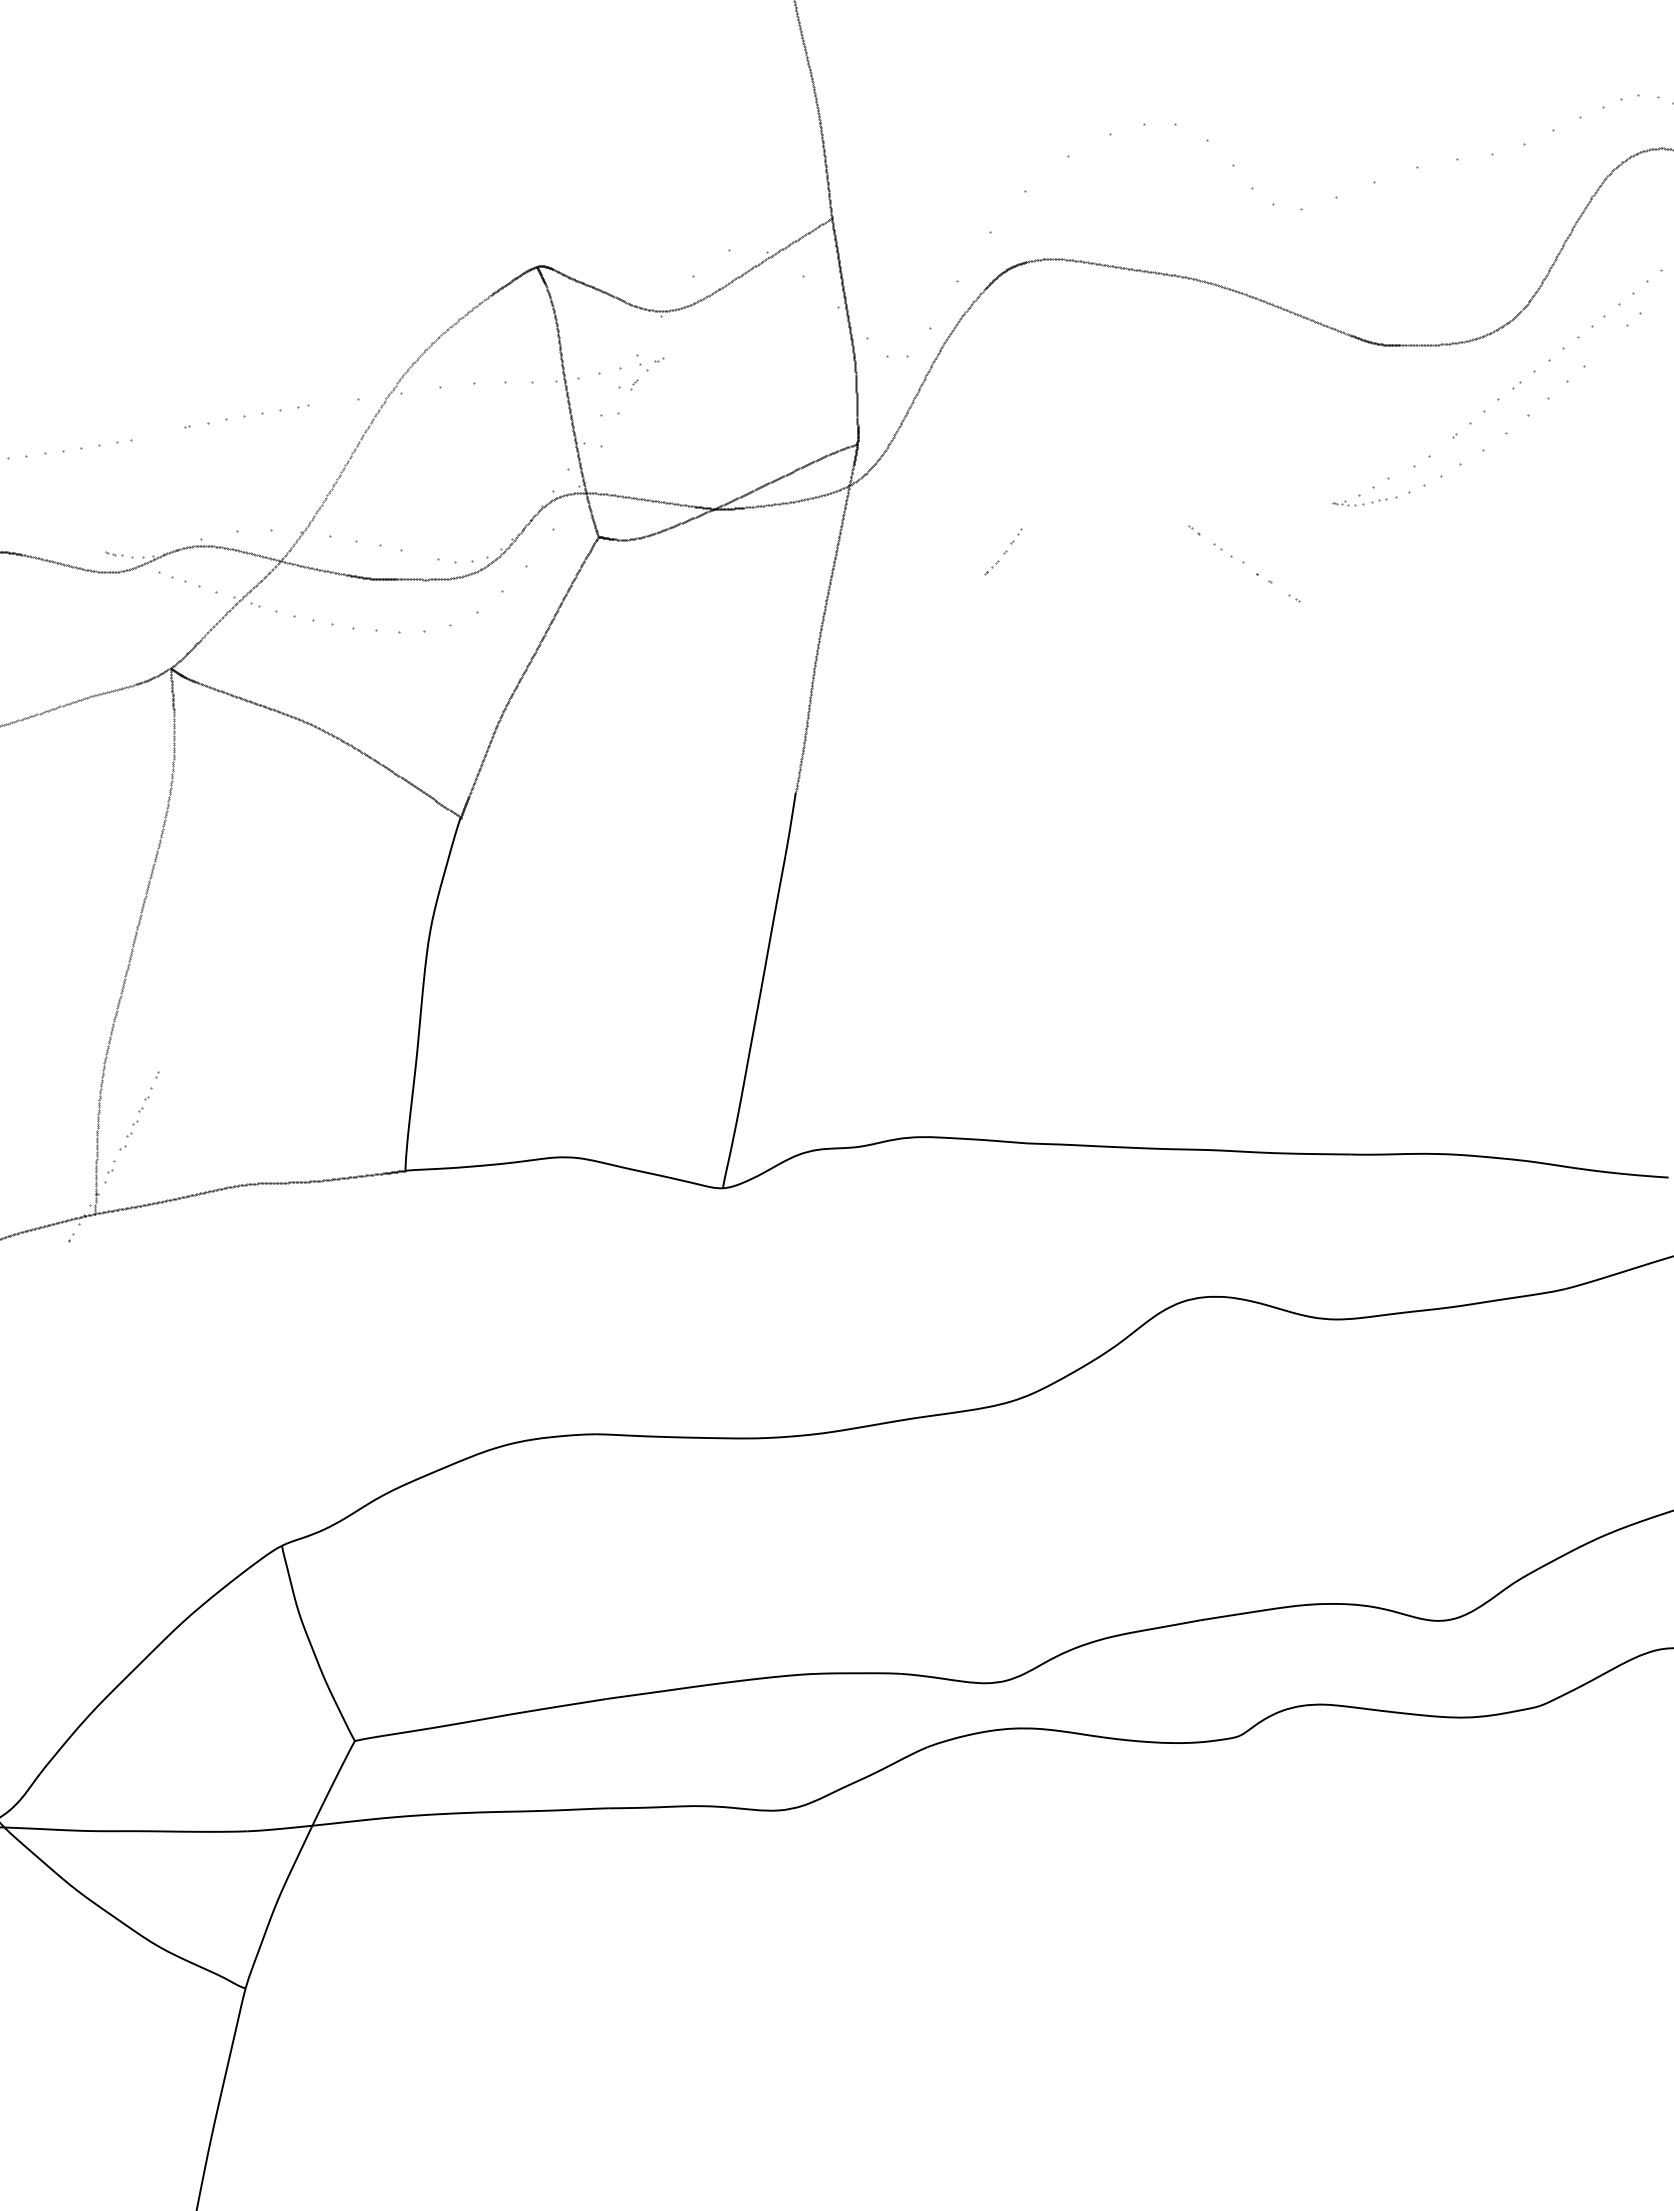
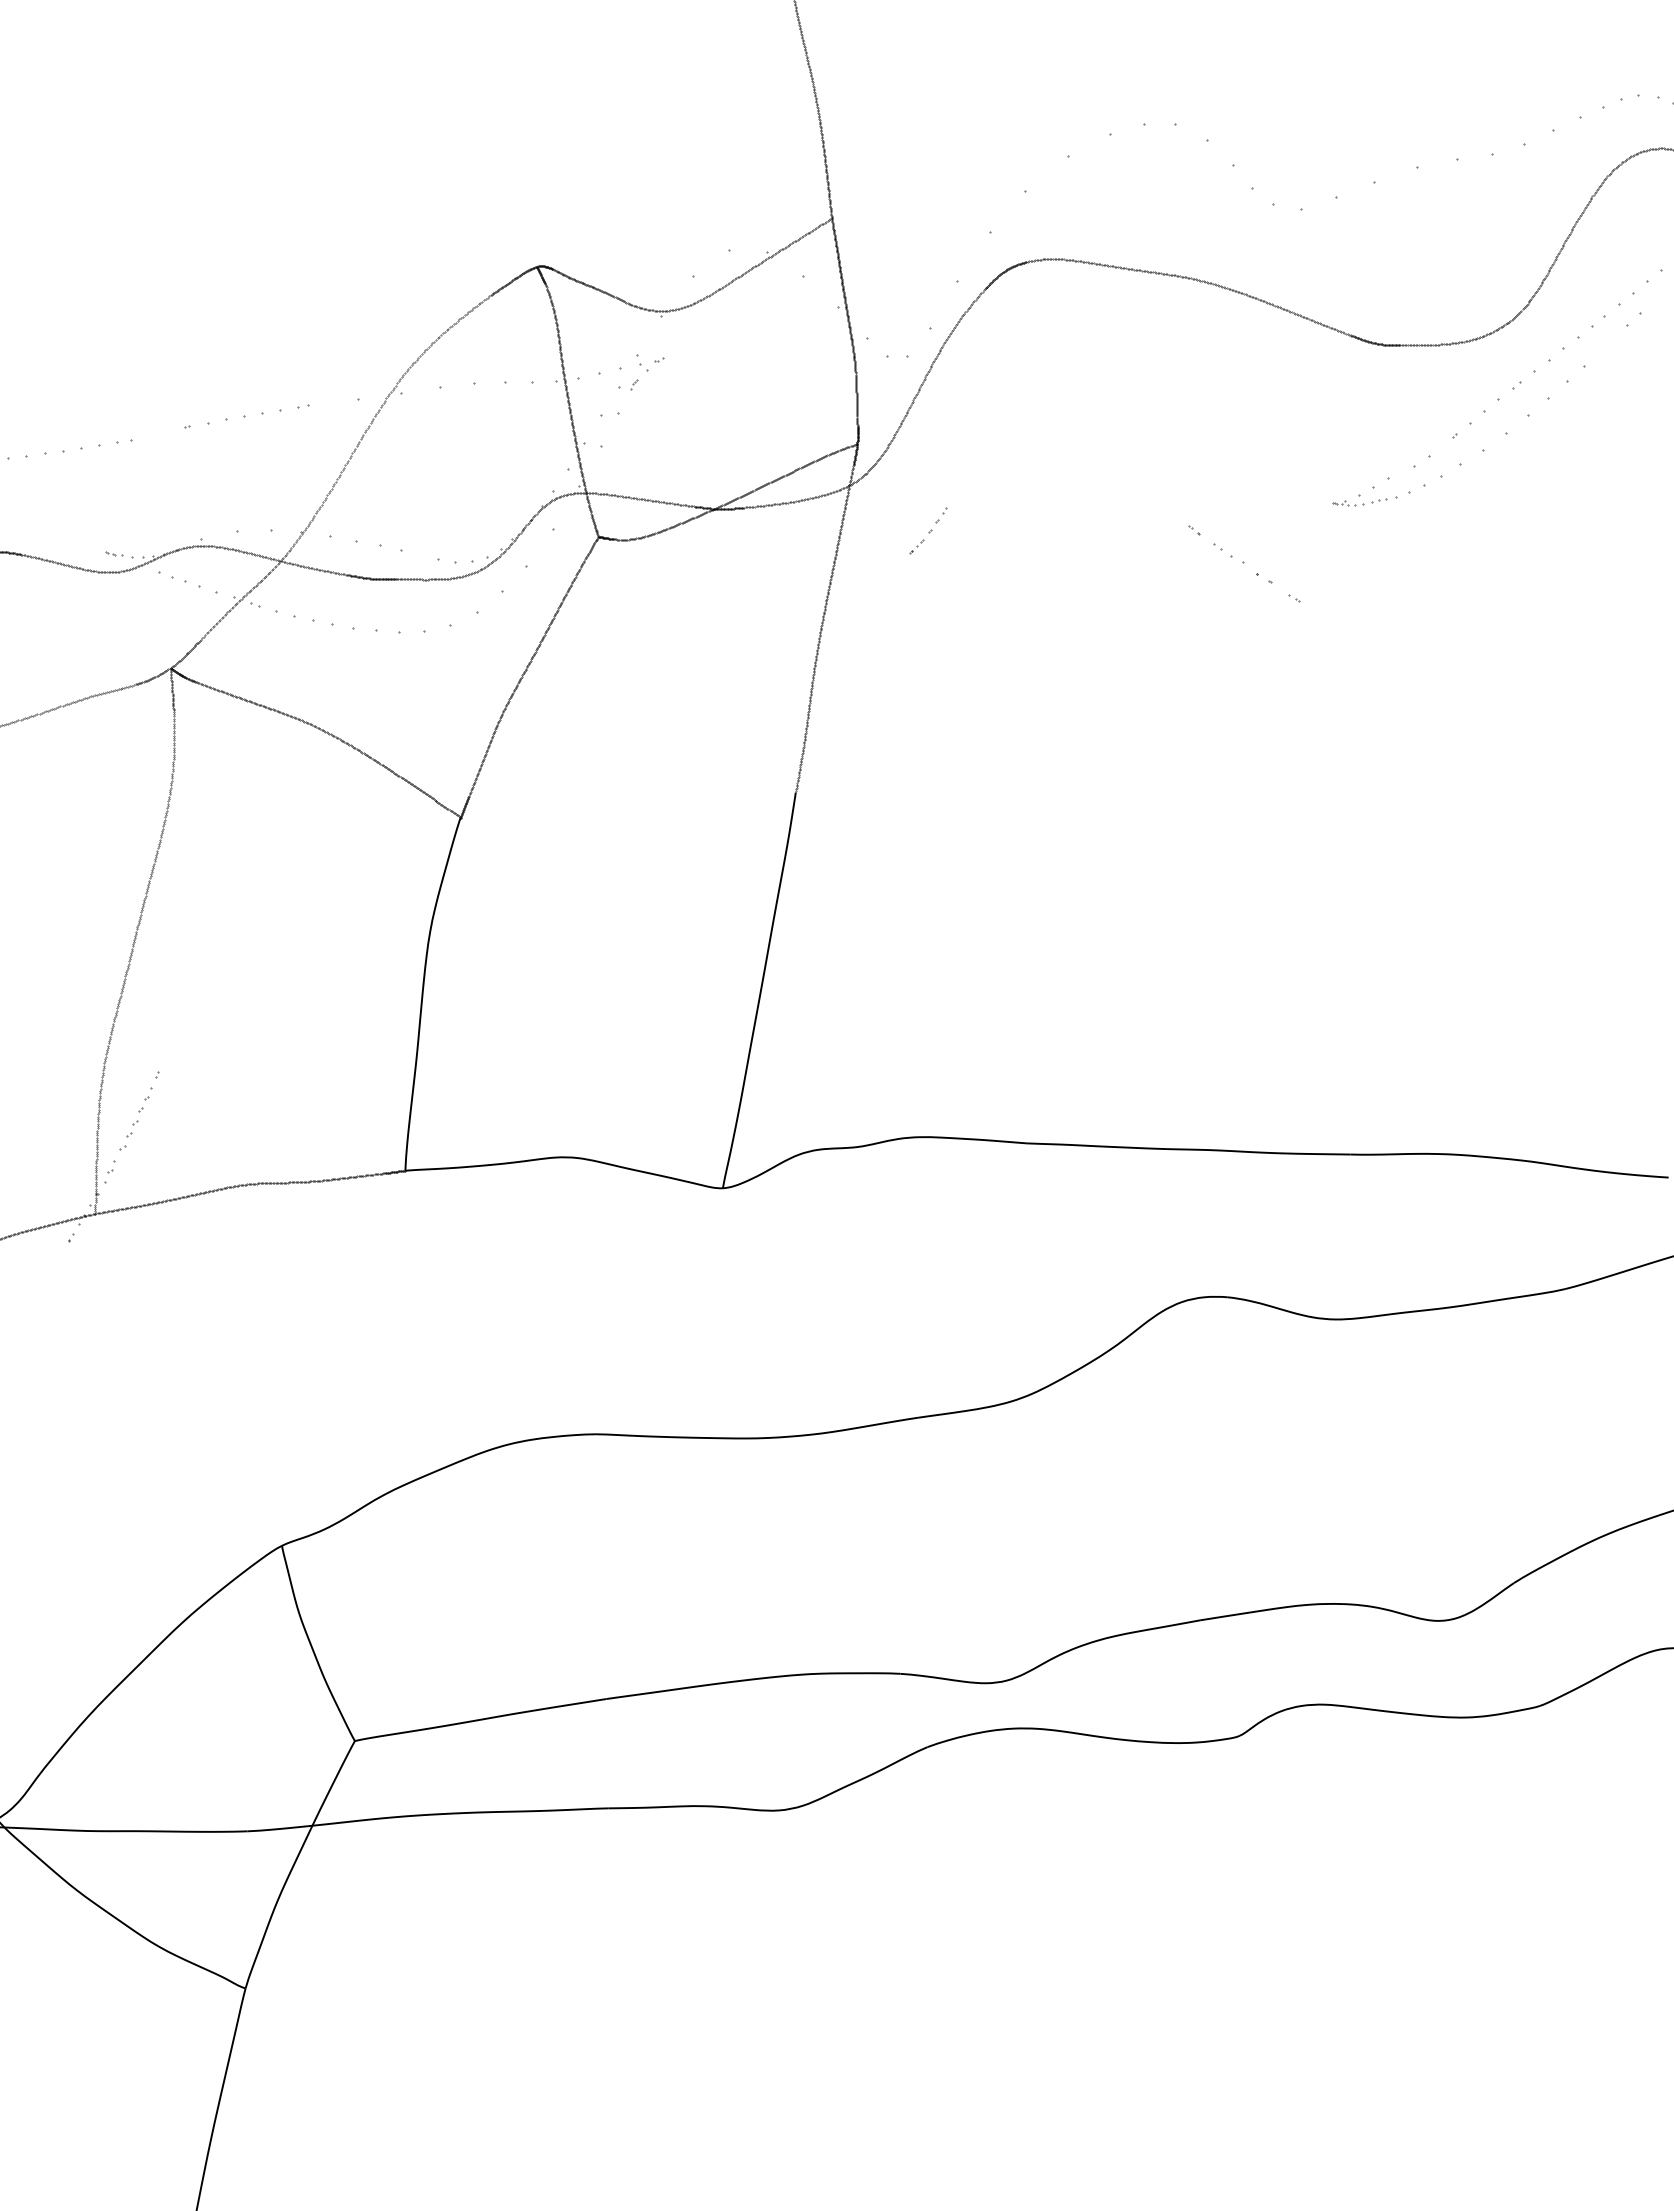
part at (1003, 551) position: (1003, 551) -> (928, 530)
